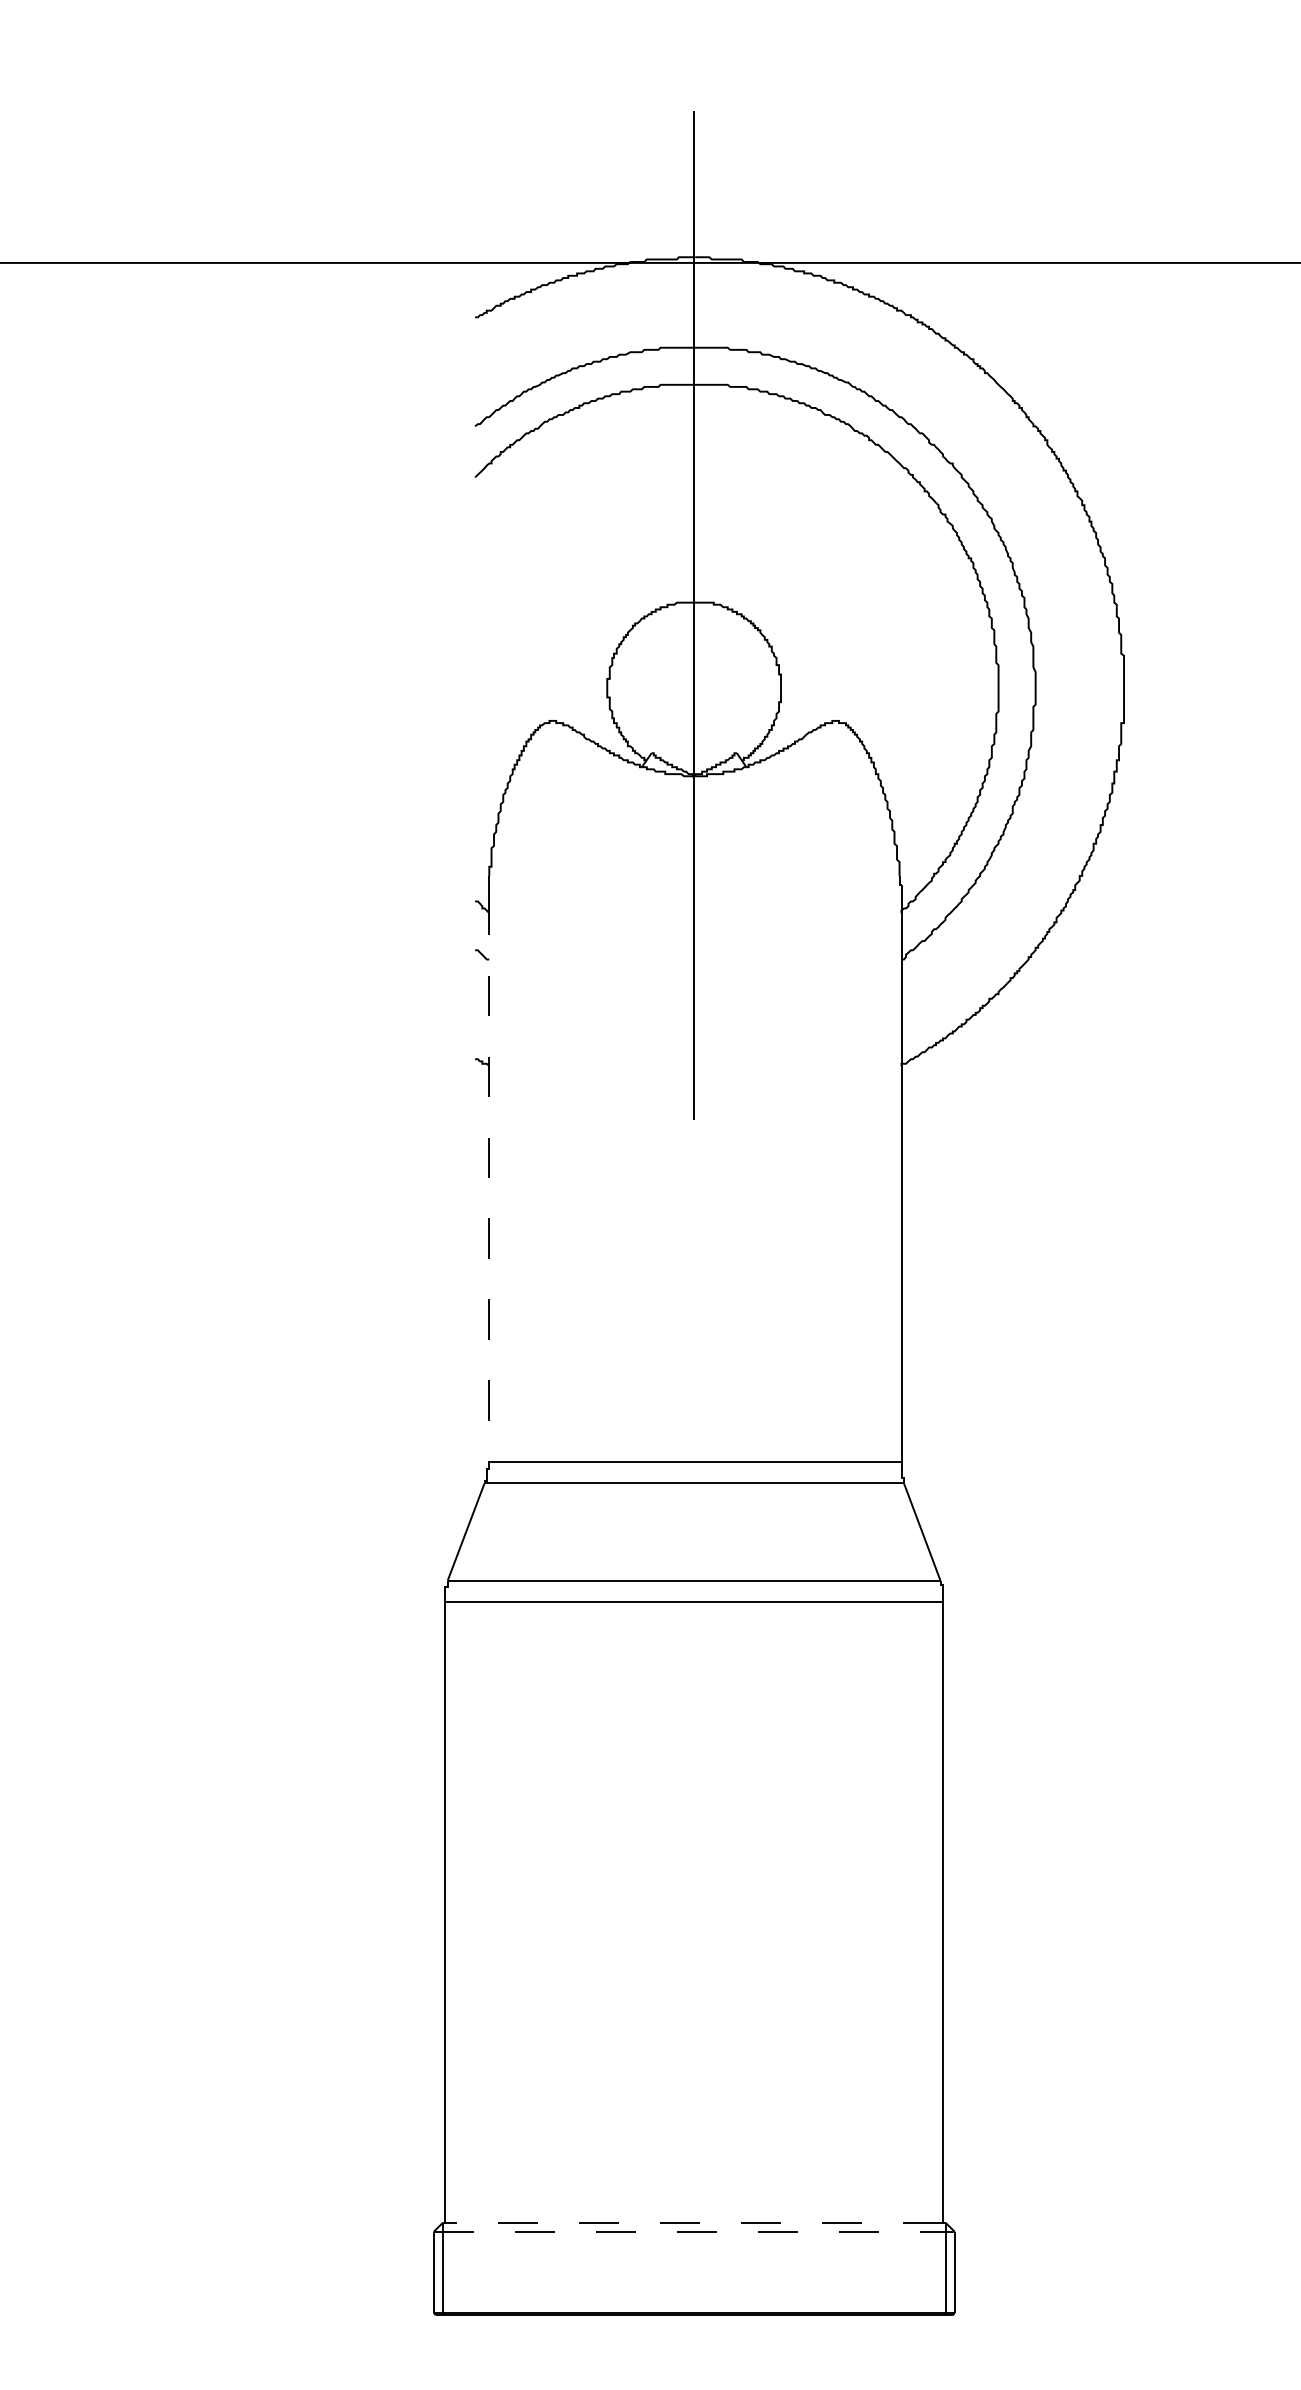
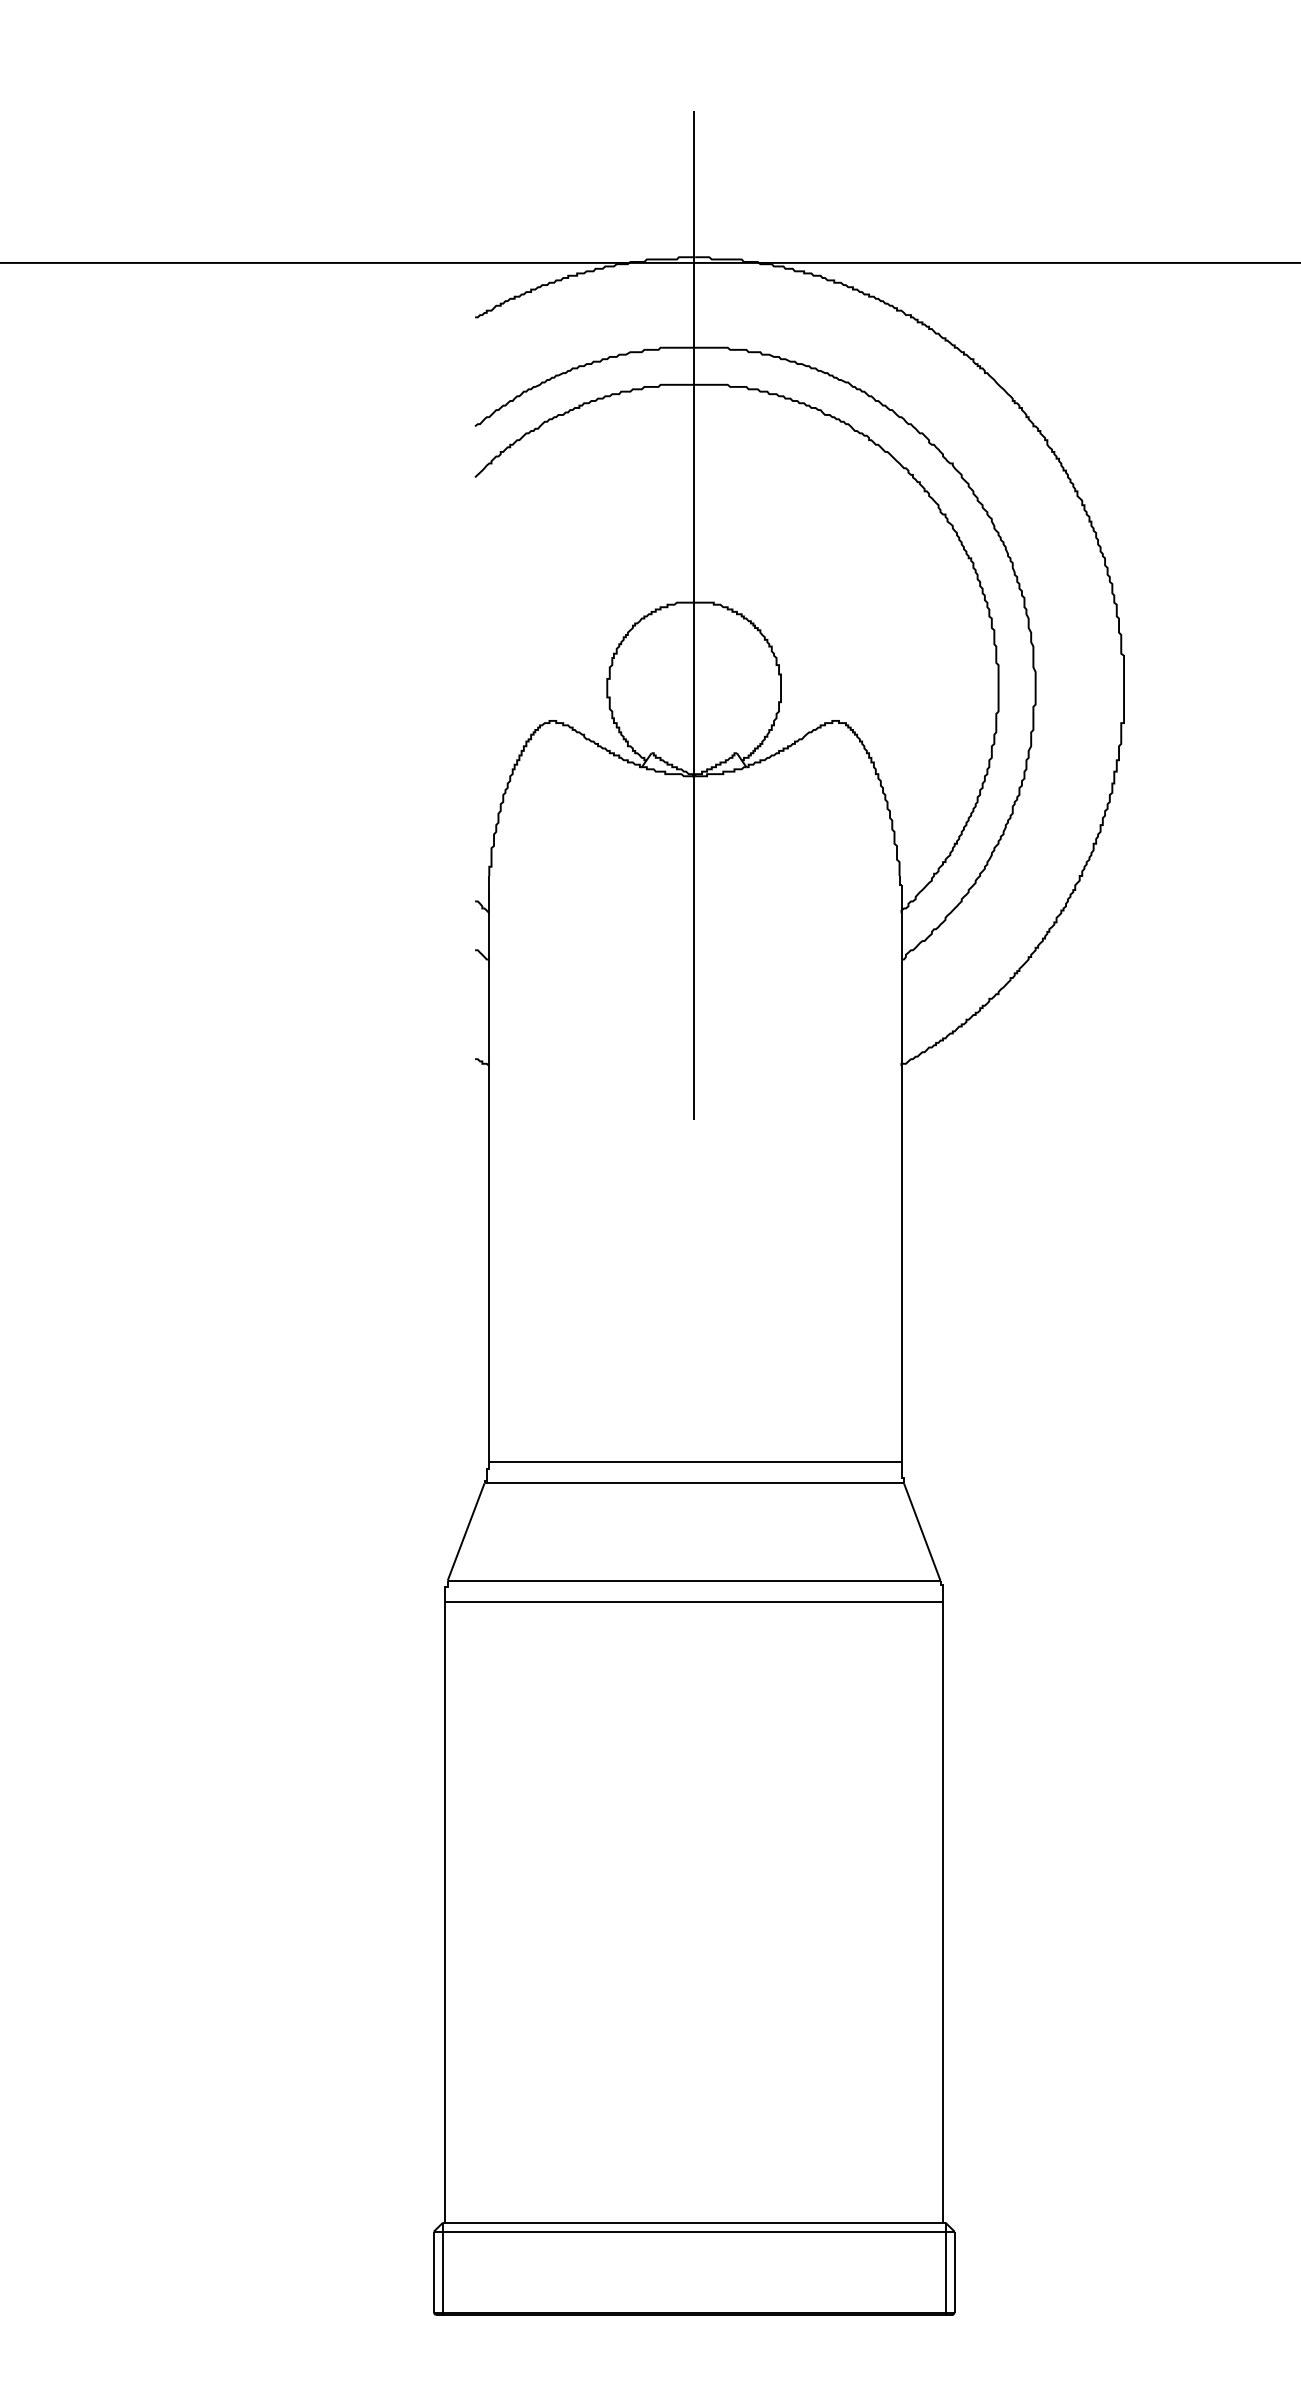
line at (489, 1178): dashed -> solid
line at (694, 2222): dashed -> solid
line at (694, 2231): dashed -> solid
